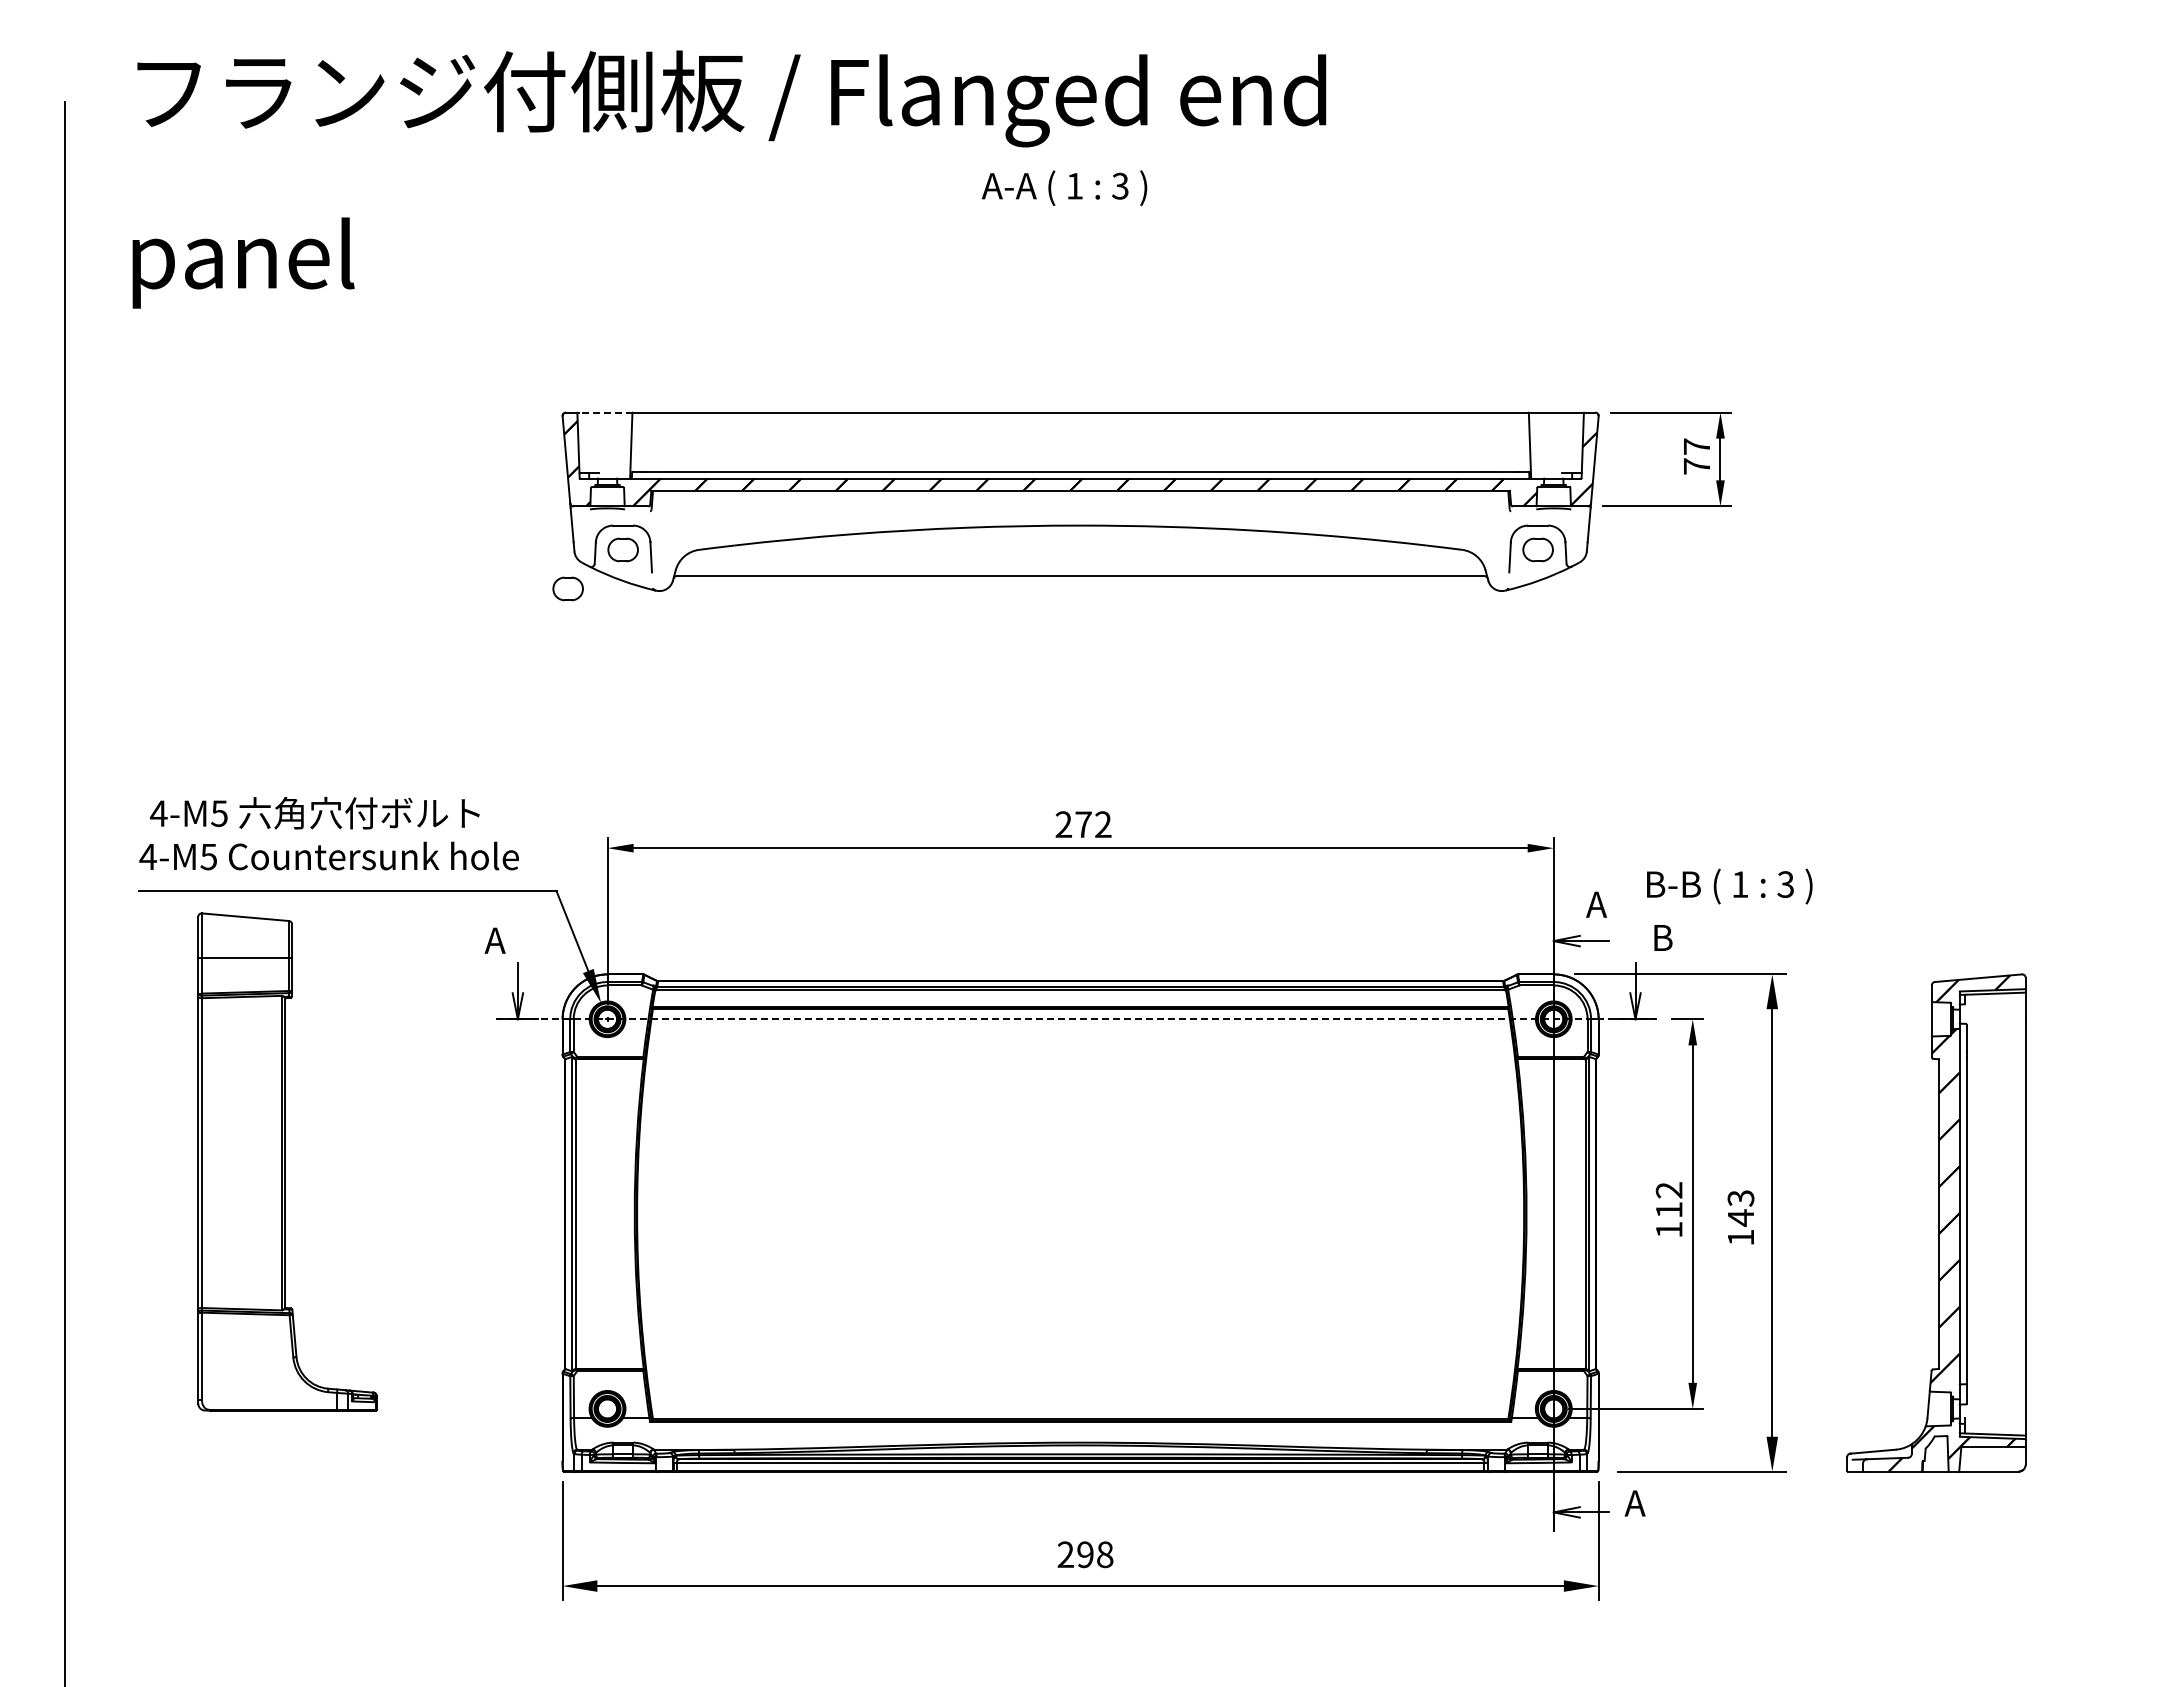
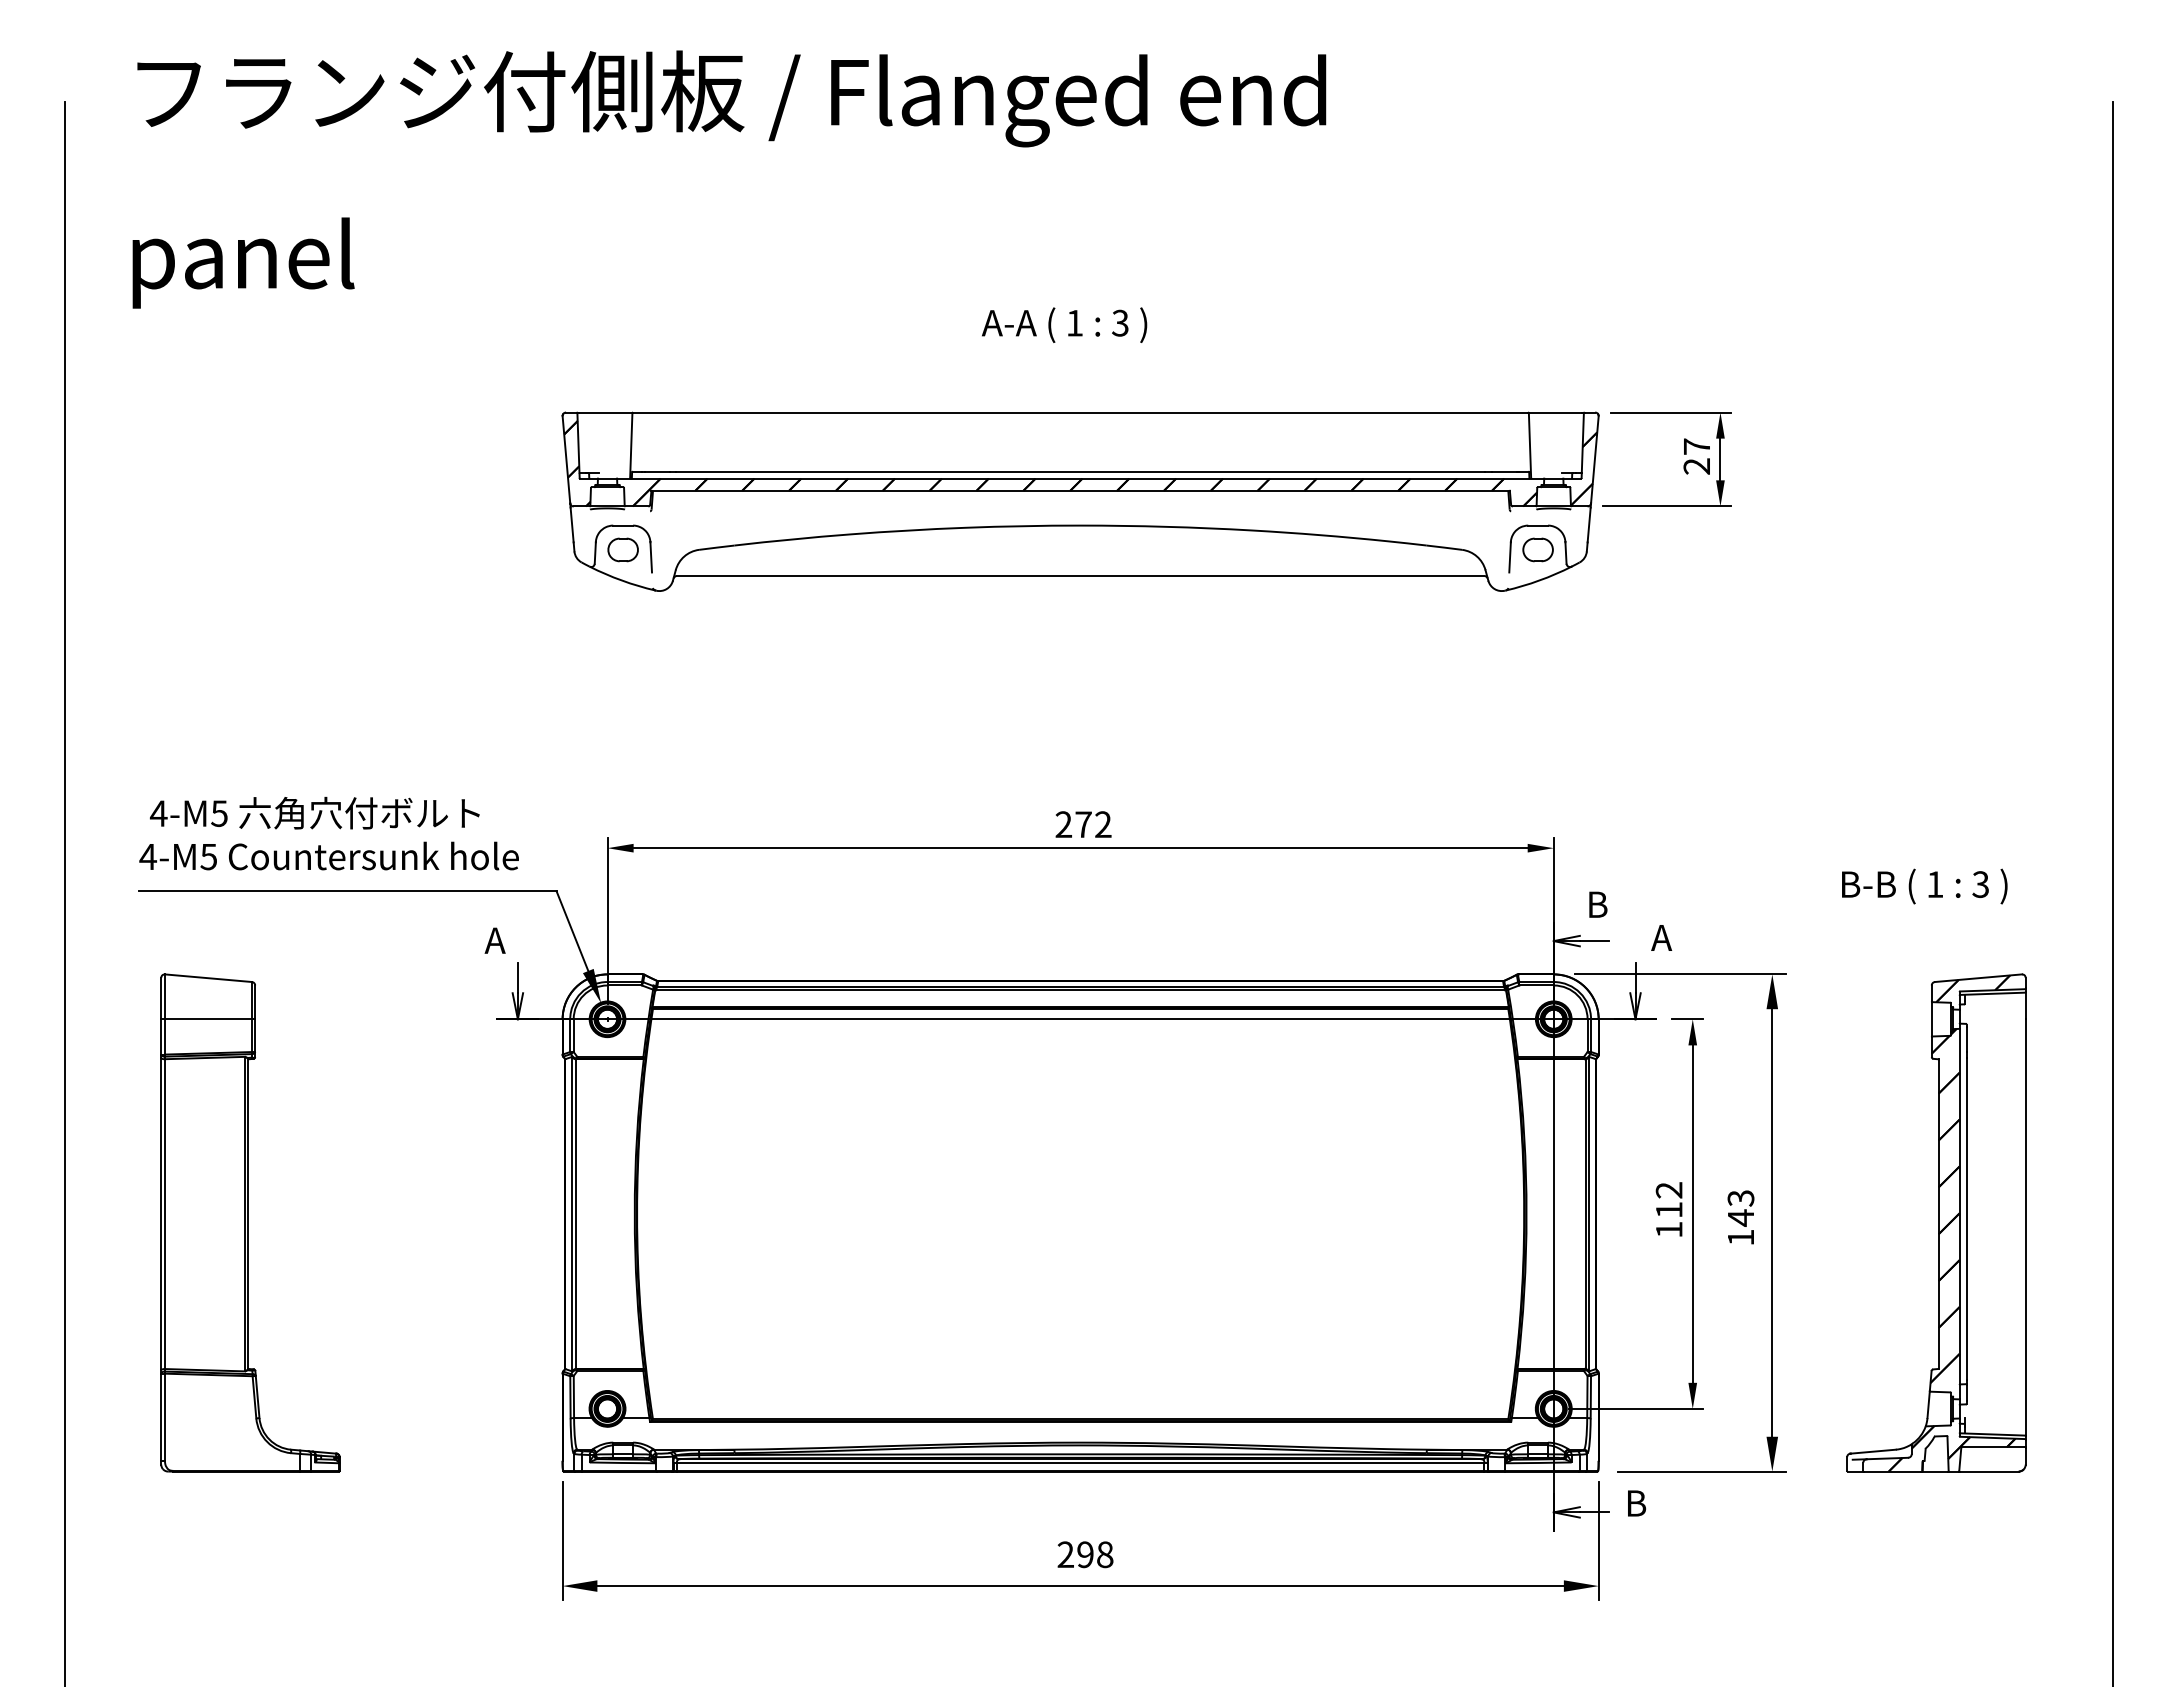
text at (1064, 187) position: (1064, 187) -> (1064, 324)
line at (606, 412): dashed -> solid
text at (1696, 466): 77 -> 27
part at (567, 588): present -> none
text at (1729, 886) position: (1729, 886) -> (1924, 886)
line at (2112, 892): none -> present
text at (1596, 904): A -> B
text at (1661, 937): B -> A
line at (1077, 1019): dashed -> solid
part at (287, 1161) position: (287, 1161) -> (250, 1222)
text at (1635, 1503): A -> B
